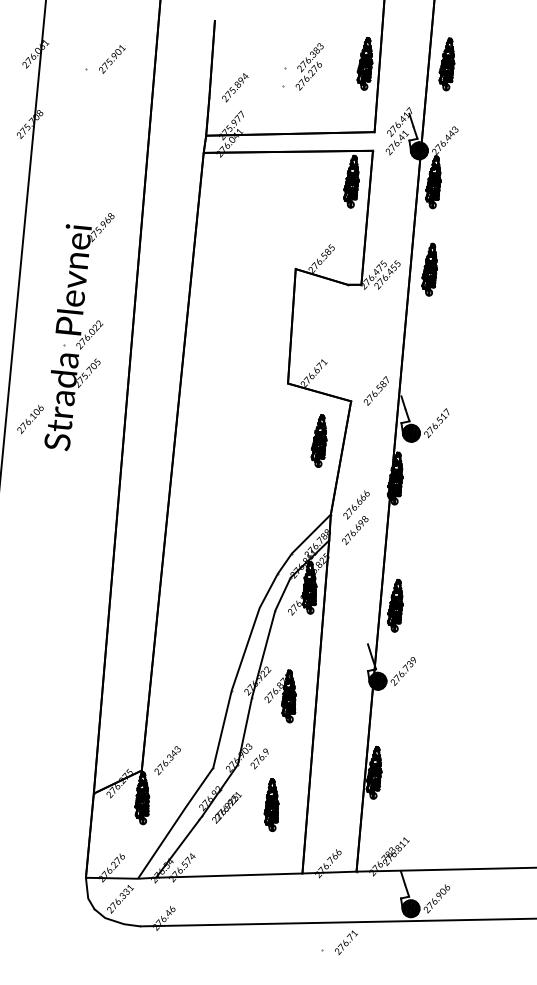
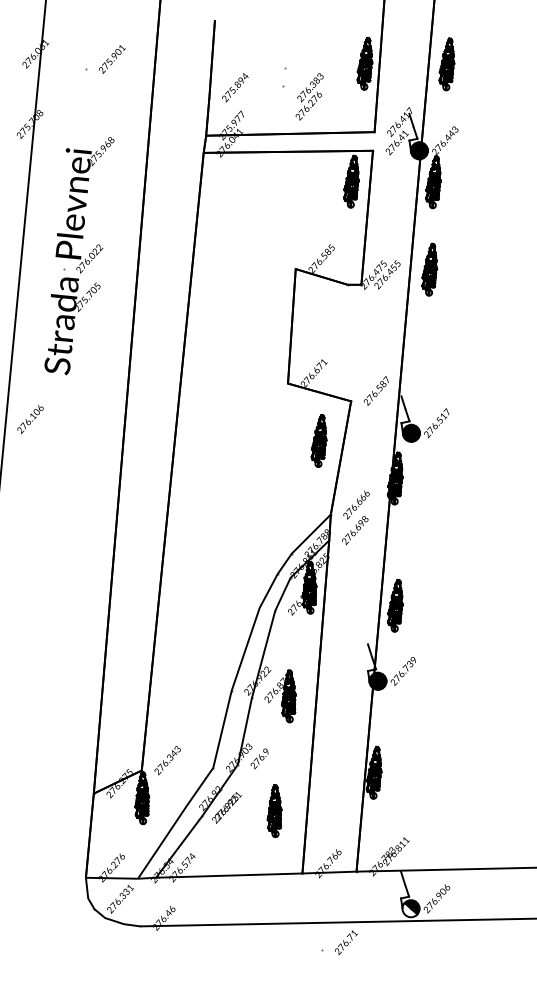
text at (309, 66) position: (309, 66) -> (309, 96)
part at (79, 332) position: (79, 332) -> (79, 256)
part at (271, 805) position: (271, 805) -> (274, 811)
hatch at (409, 910): present -> none
